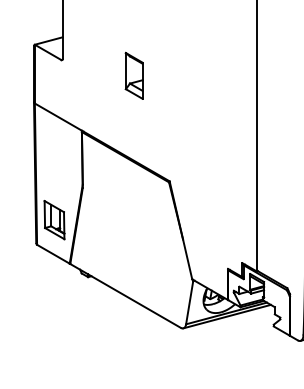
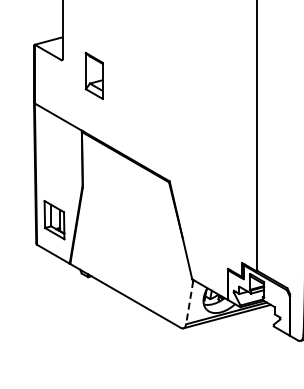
part at (133, 75) position: (133, 75) -> (93, 75)
line at (189, 302): solid -> dashed
